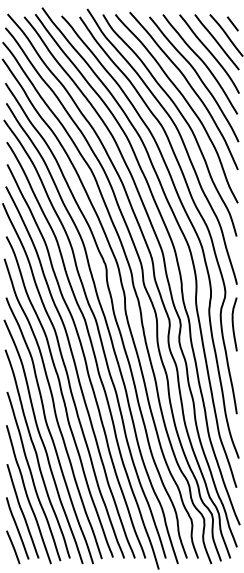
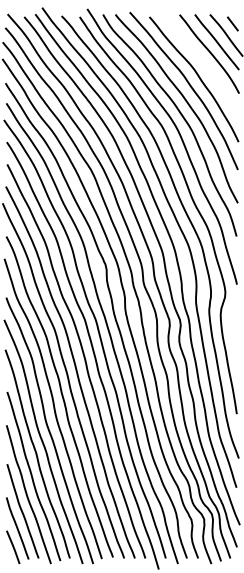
curve at (202, 62): present -> none
curve at (233, 324): present -> none
